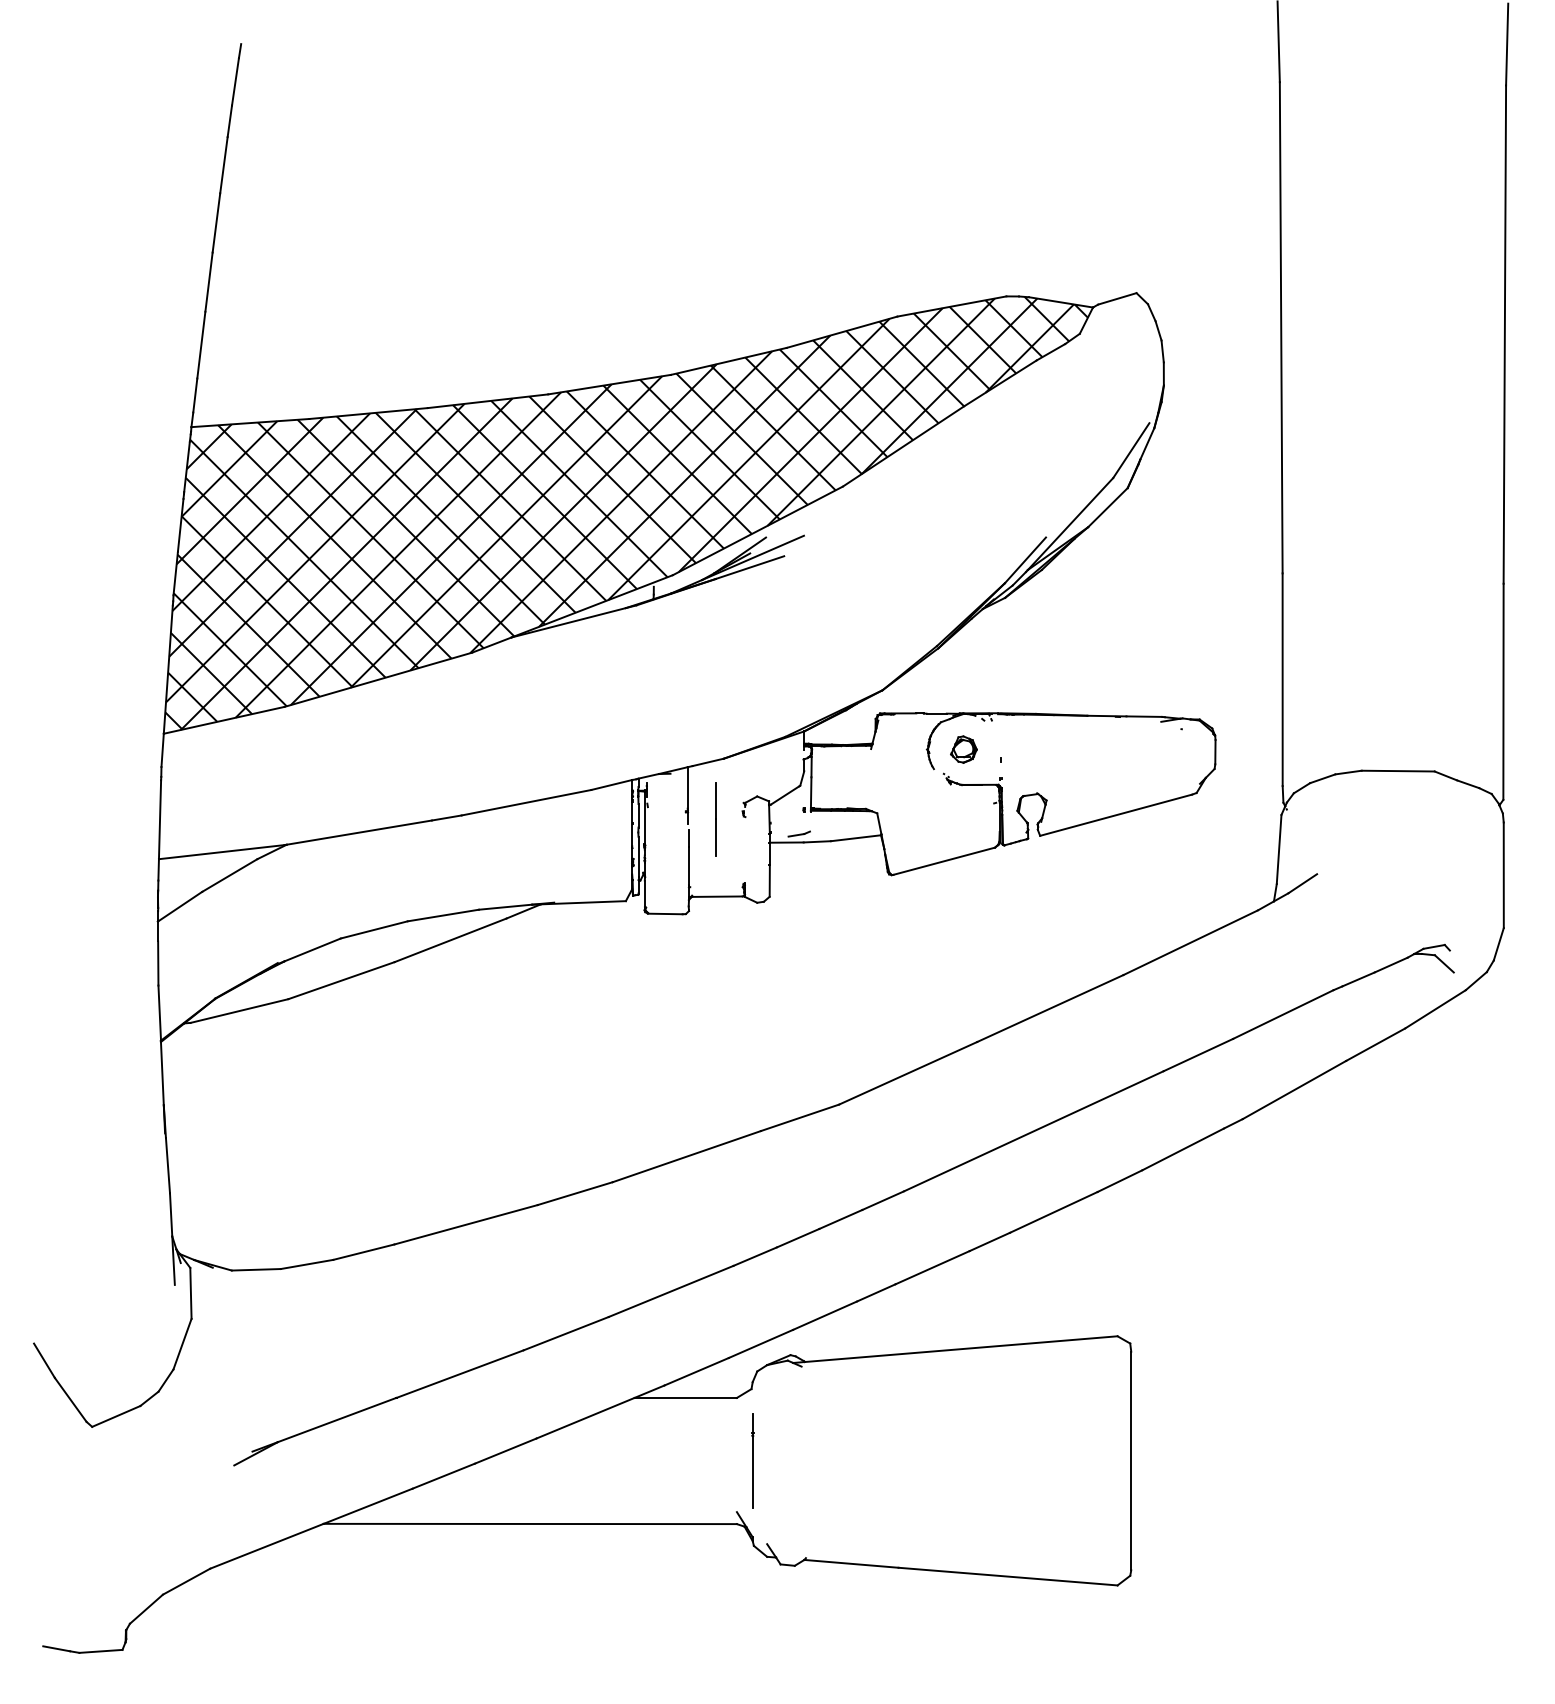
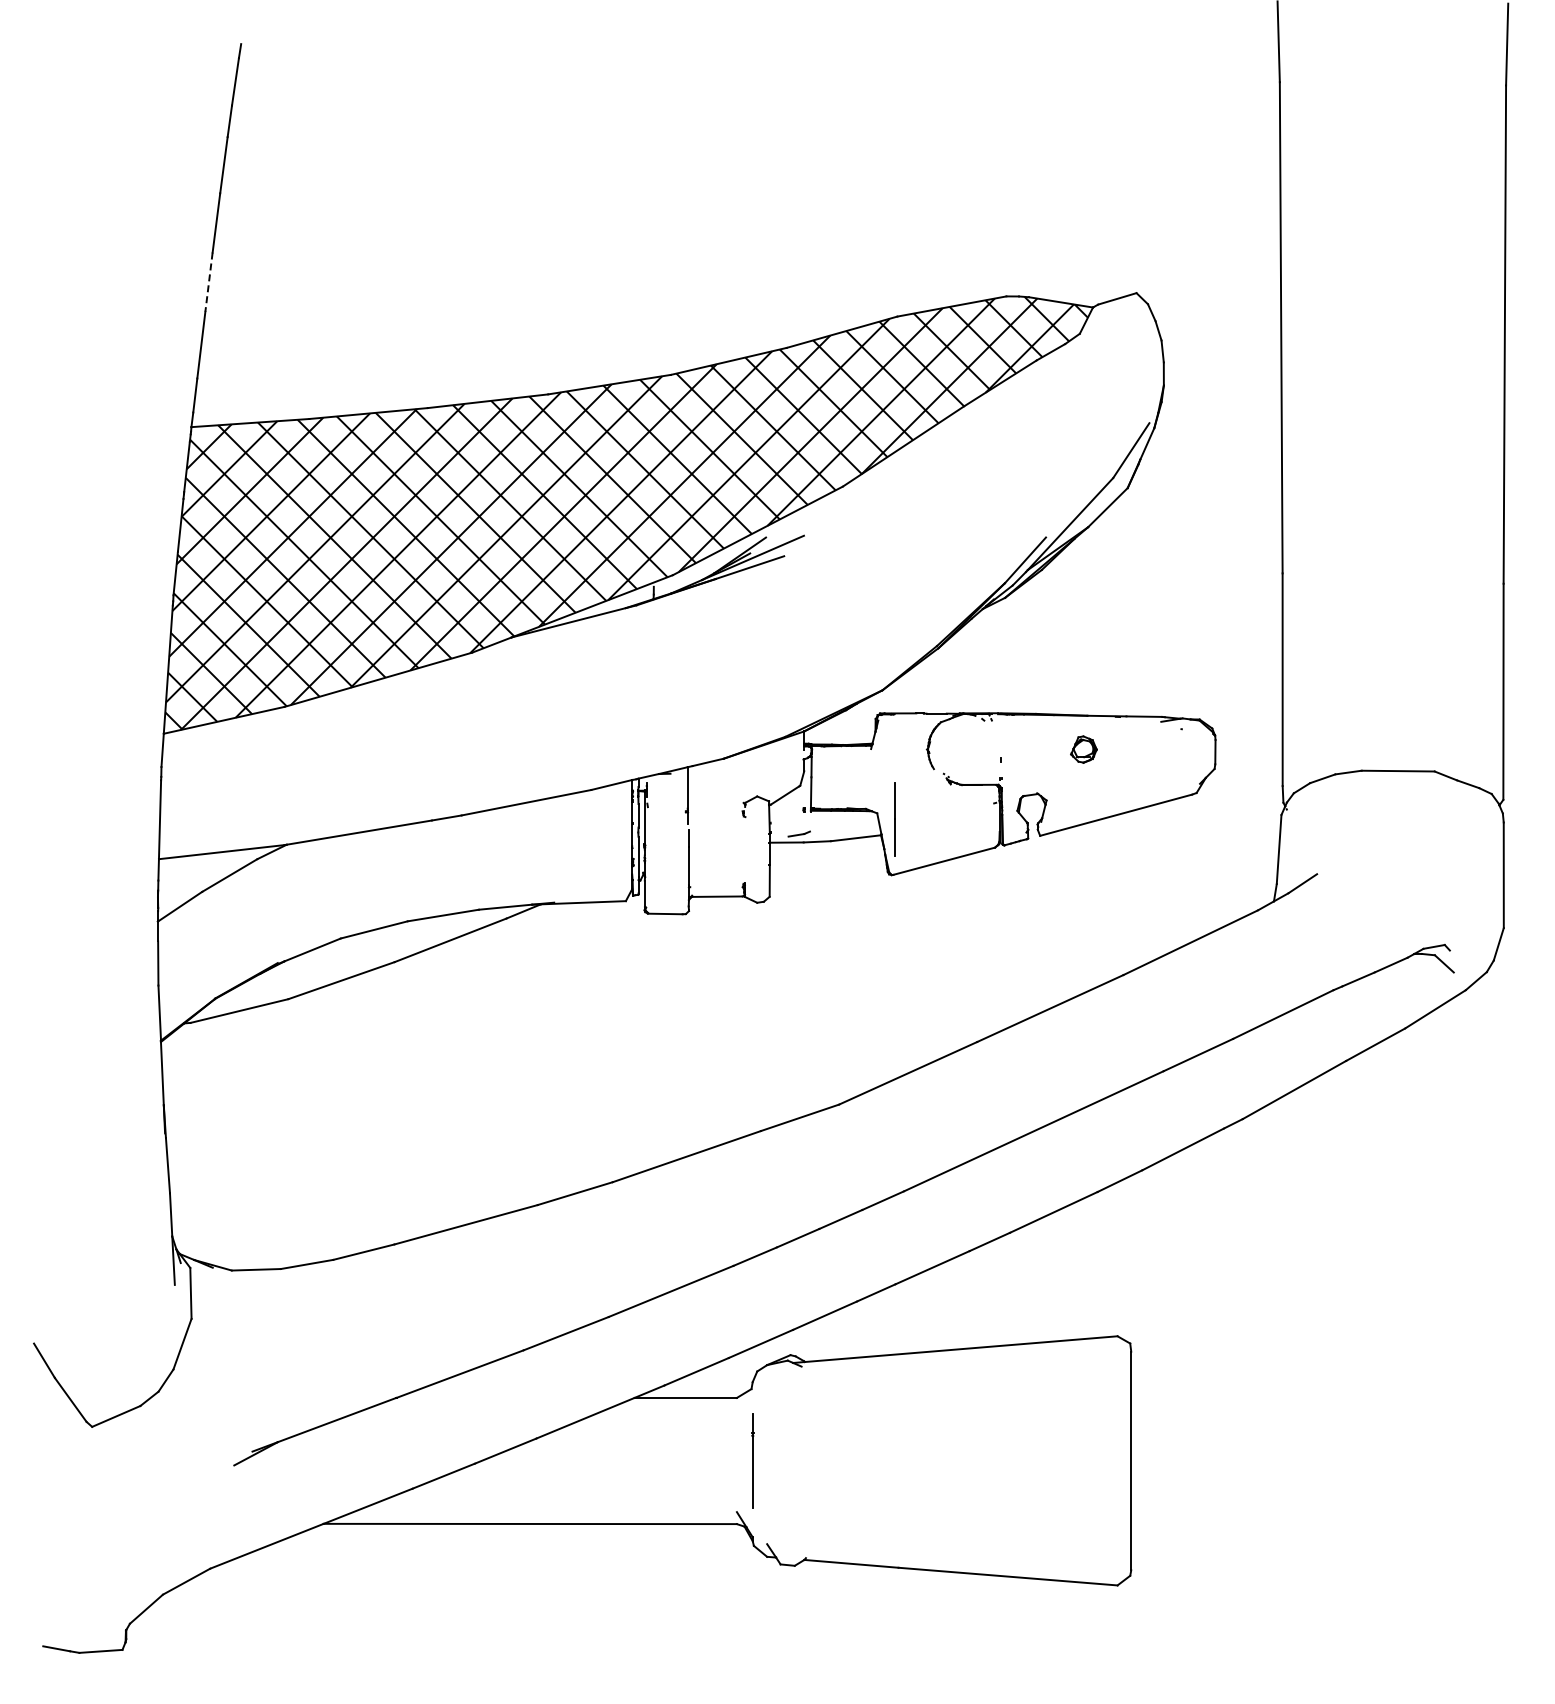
line at (209, 282): solid -> dashed
part at (963, 749) position: (963, 749) -> (1083, 749)
line at (715, 819) position: (715, 819) -> (894, 819)
